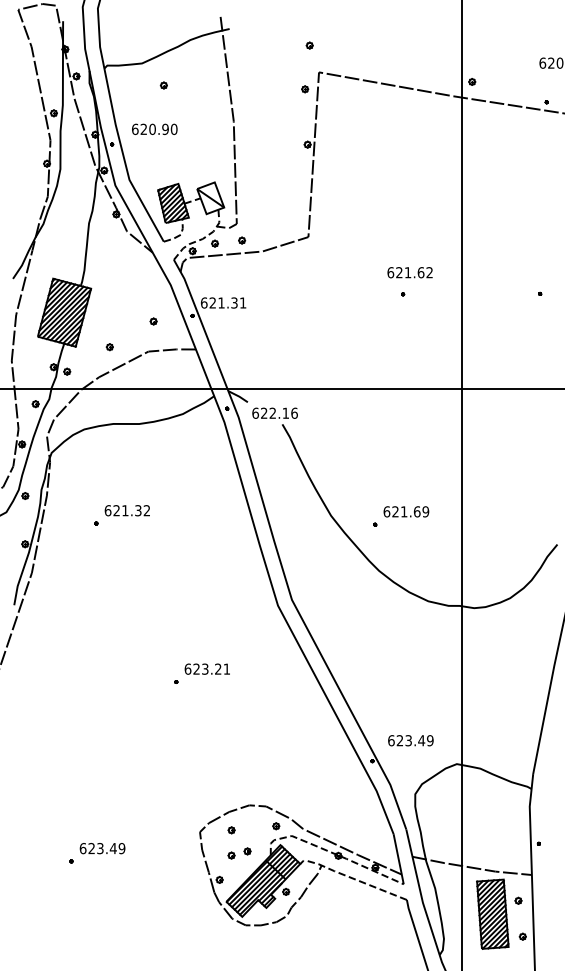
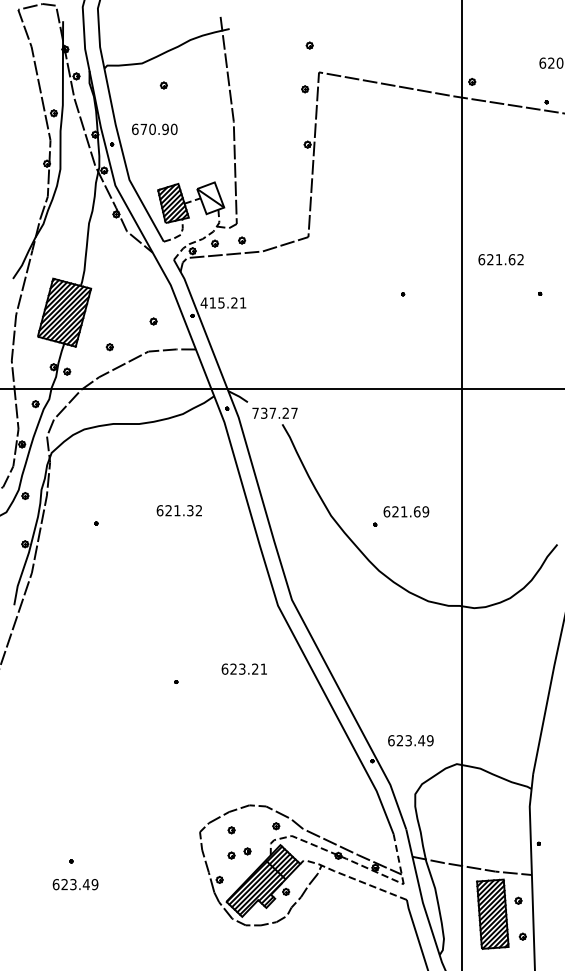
text at (143, 128): 620.90 -> 670.90
text at (409, 272) position: (409, 272) -> (500, 259)
text at (218, 302): 621.31 -> 415.21
text at (274, 412): 622.16 -> 737.27
text at (126, 510) position: (126, 510) -> (178, 510)
text at (206, 668) position: (206, 668) -> (243, 668)
text at (102, 848) position: (102, 848) -> (75, 884)
line at (398, 859): solid -> dashed
